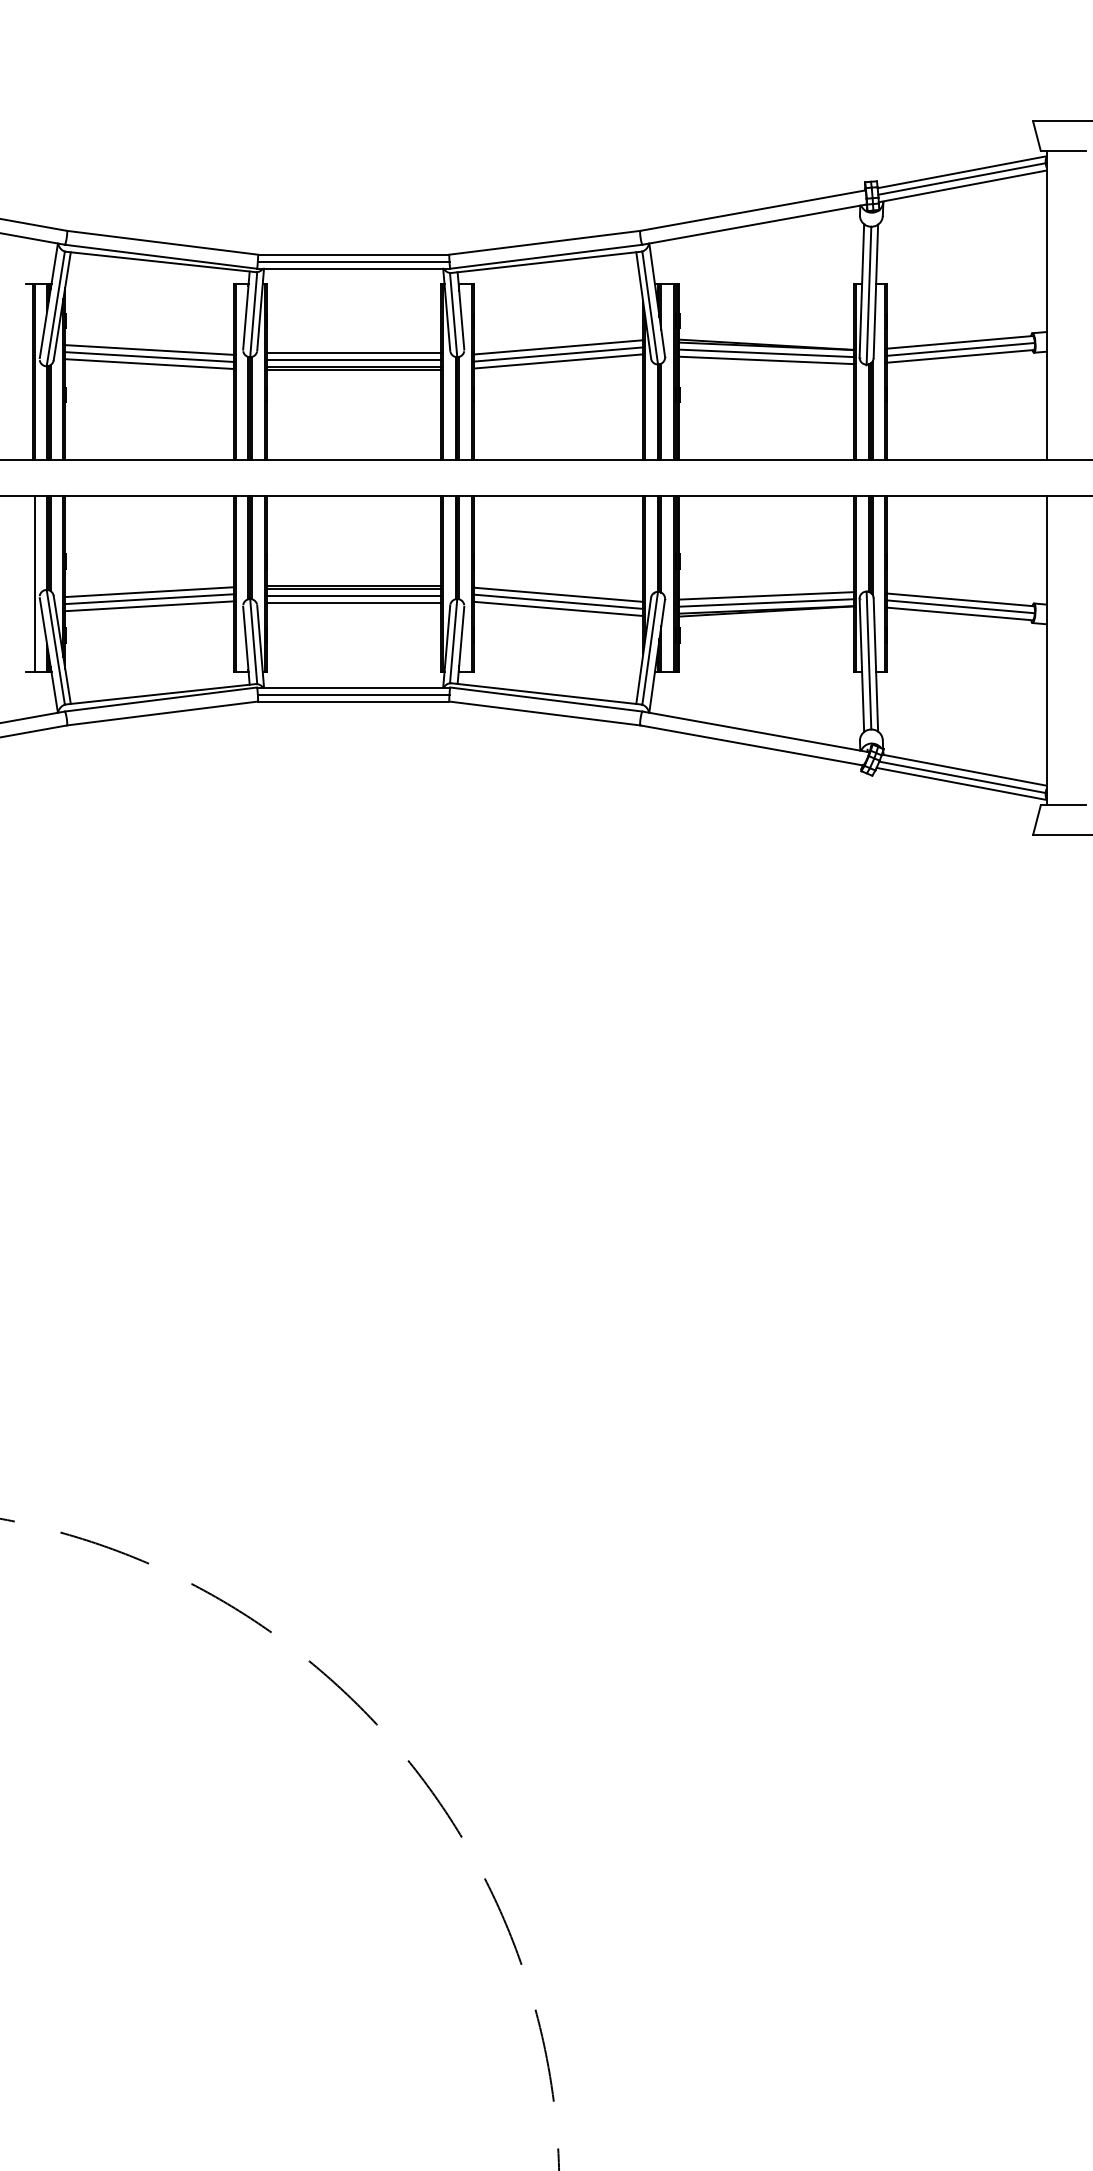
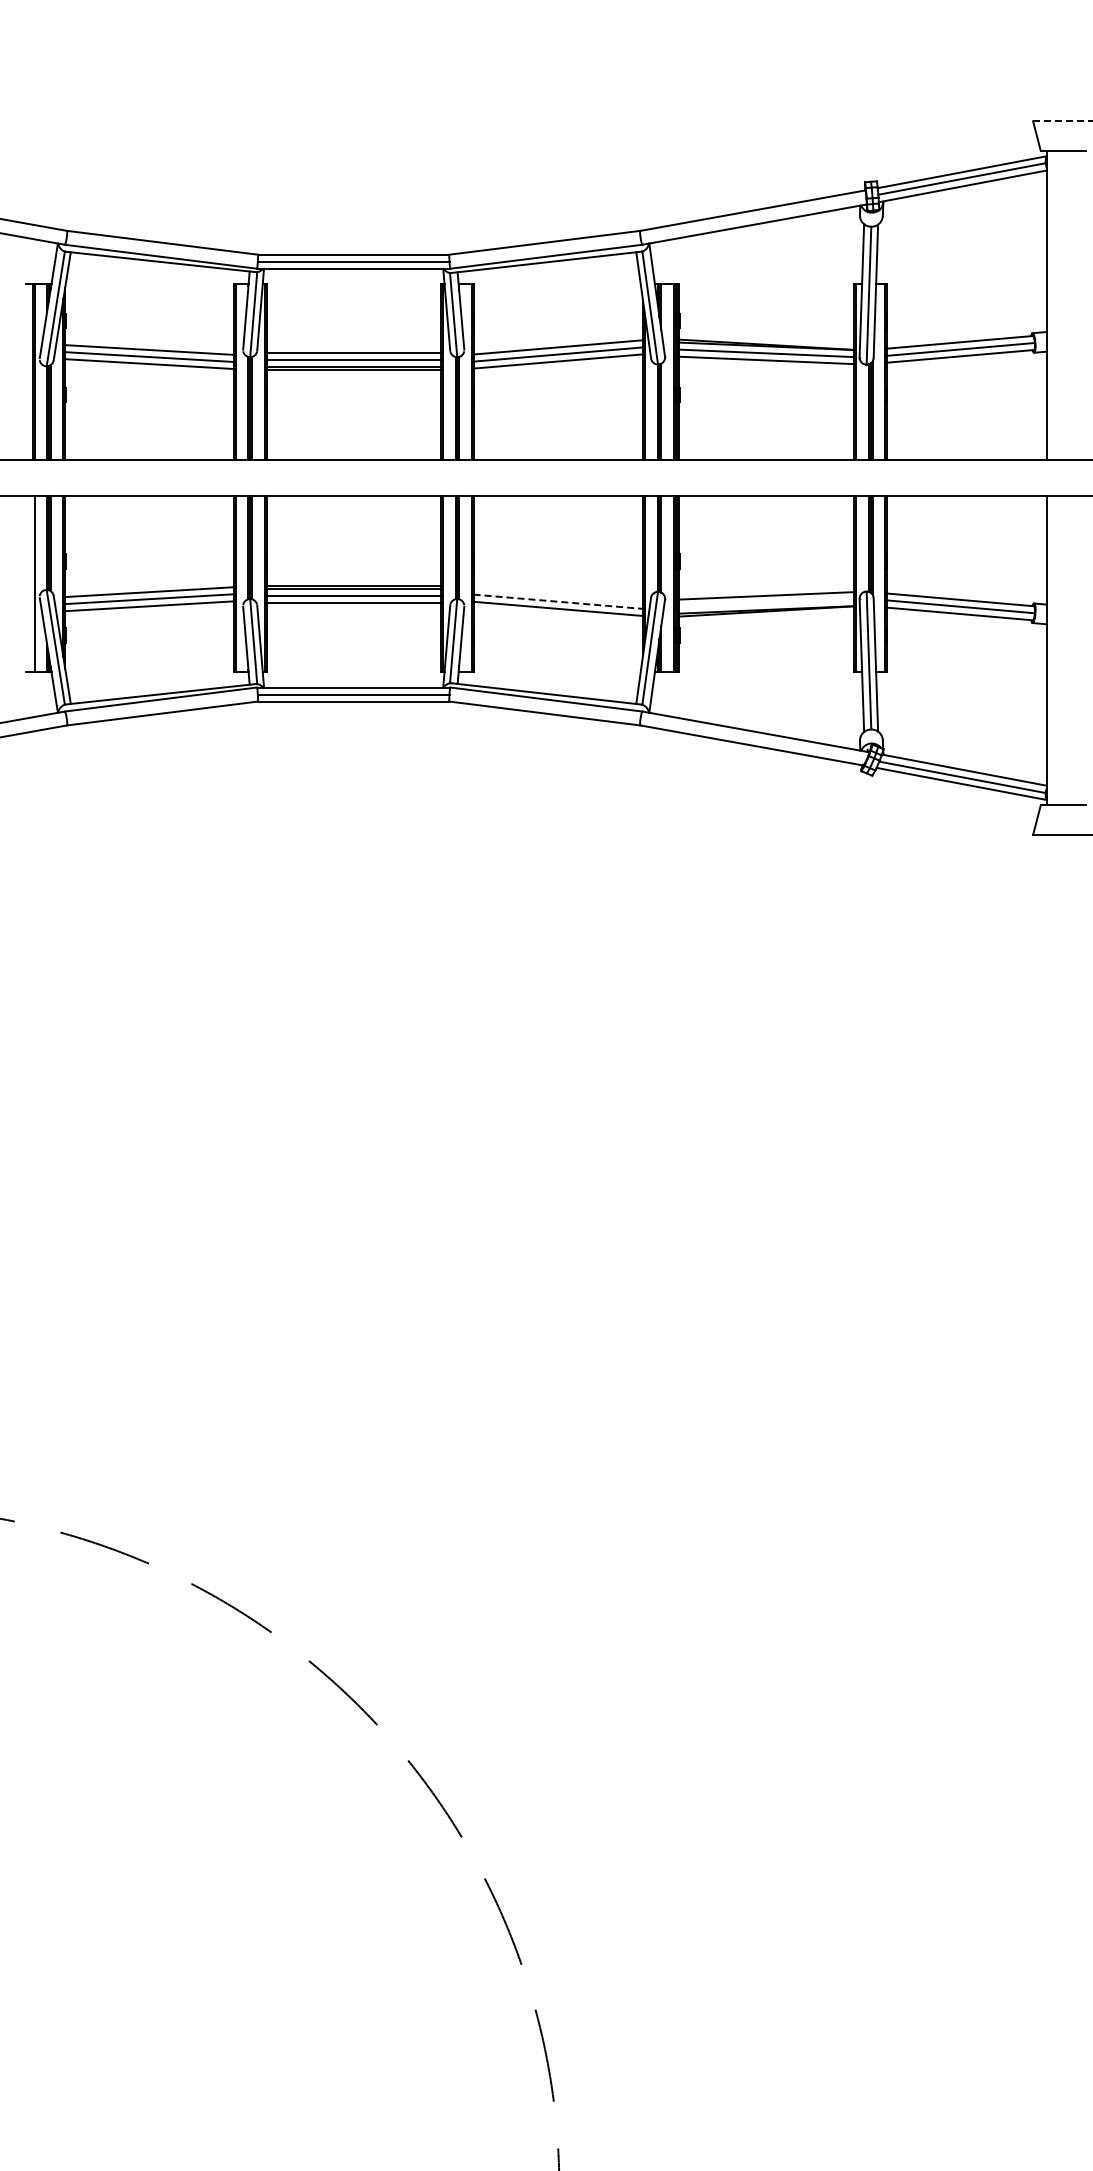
line at (1062, 121): solid -> dashed
line at (558, 594): present -> none
line at (558, 601): solid -> dashed
line at (766, 602): present -> none
